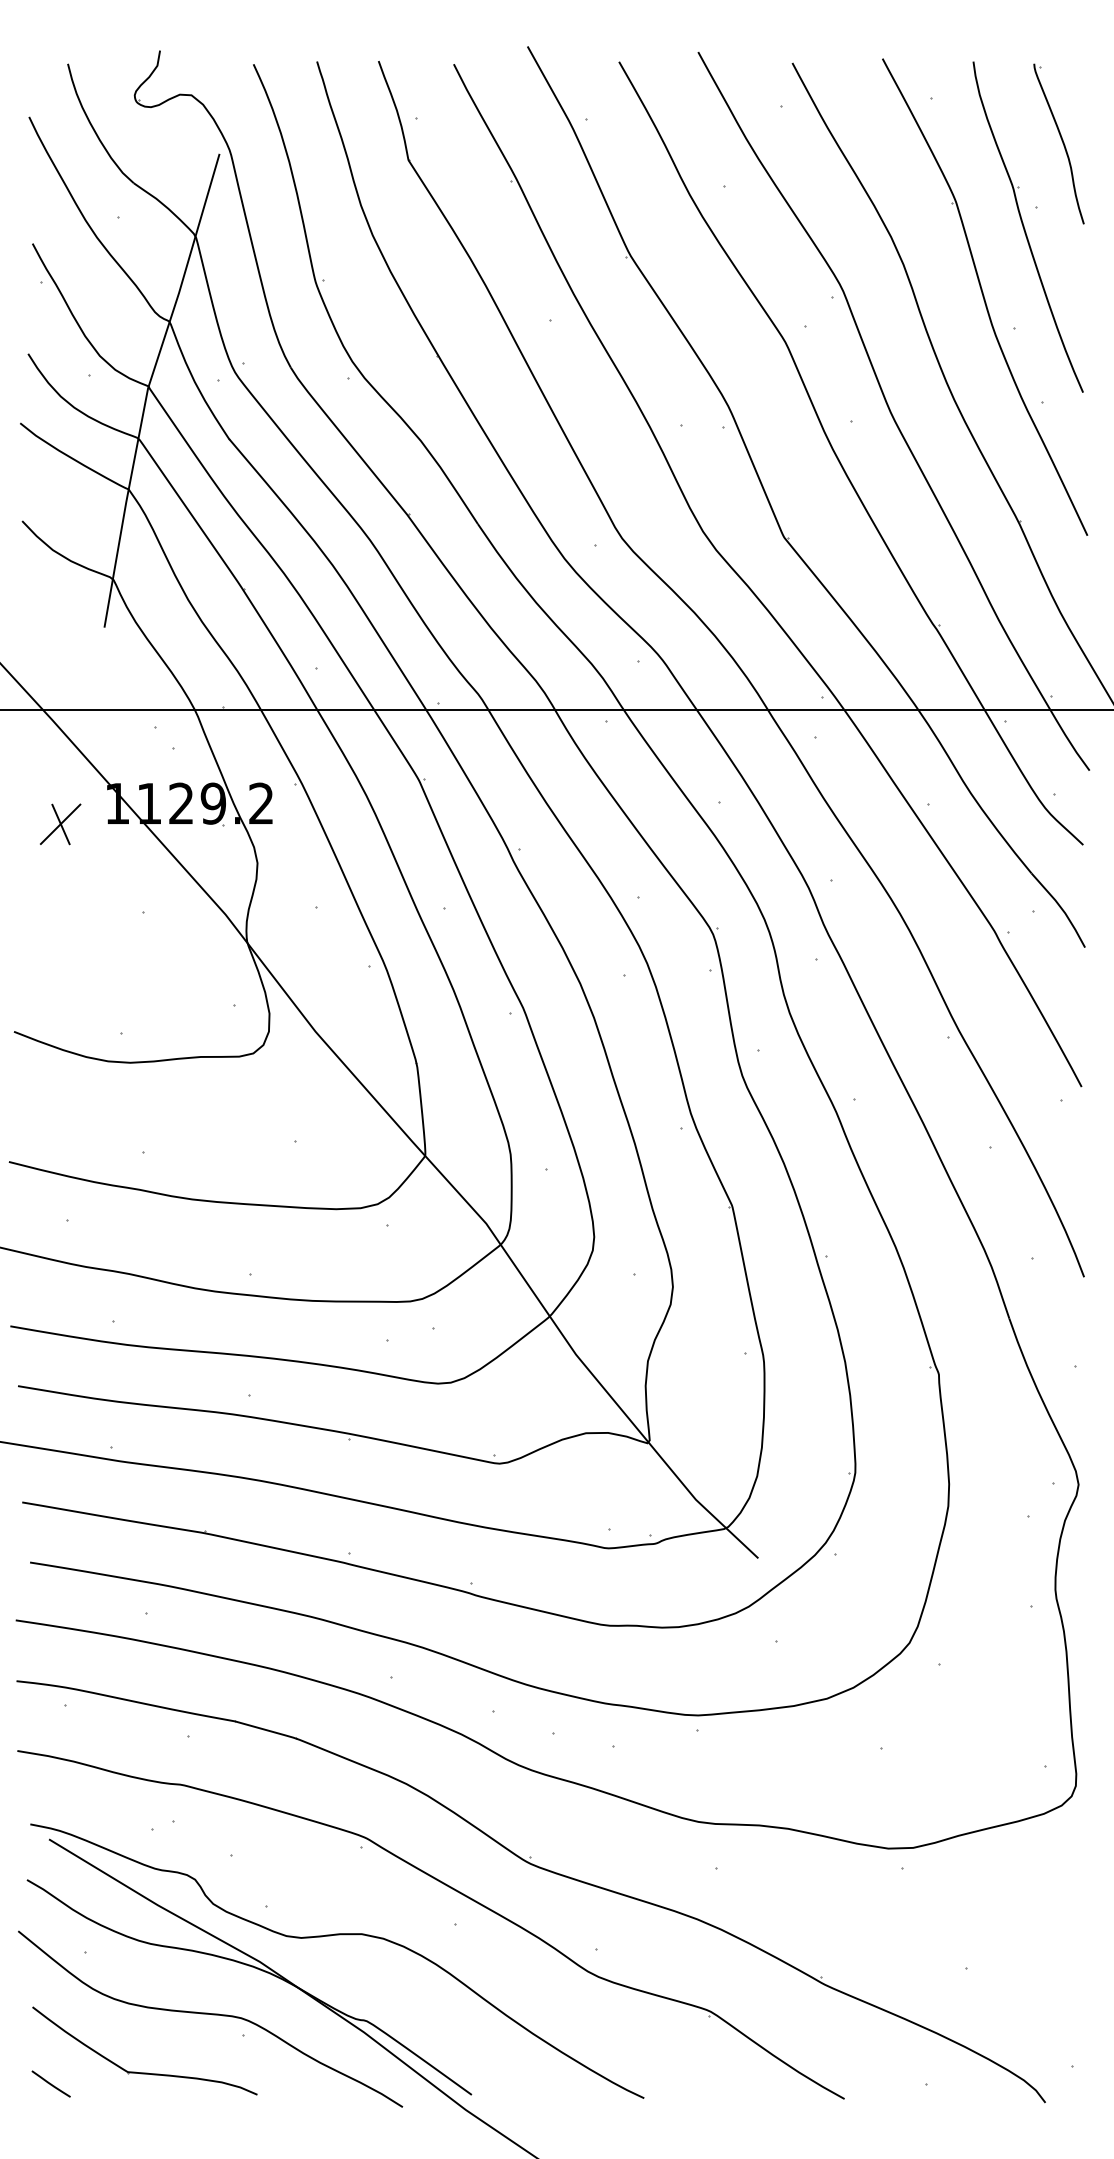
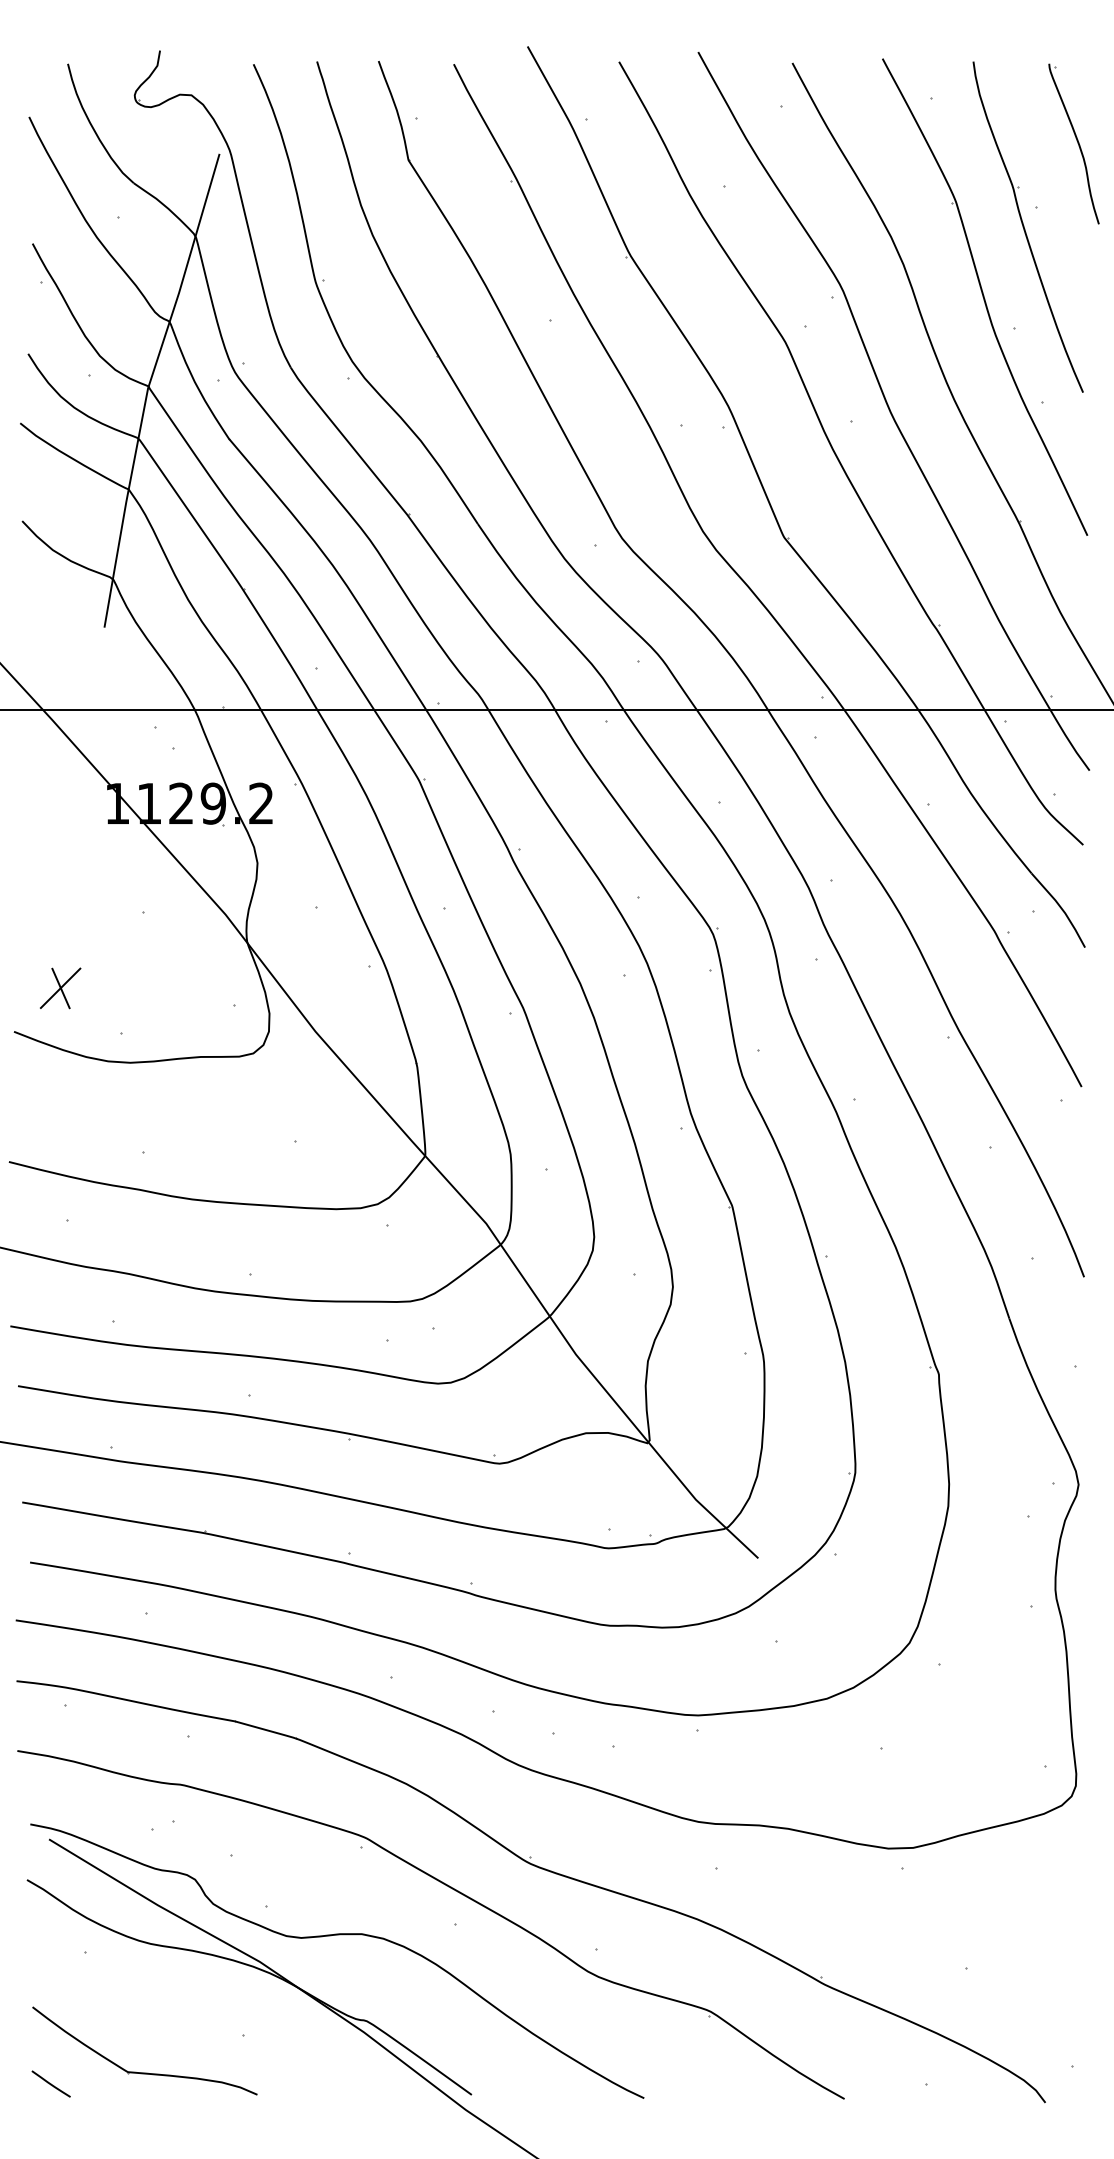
part at (1058, 143) position: (1058, 143) -> (1073, 143)
part at (60, 824) position: (60, 824) -> (60, 988)
curve at (212, 2015): present -> none
